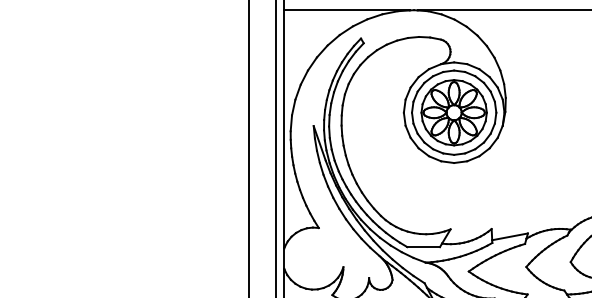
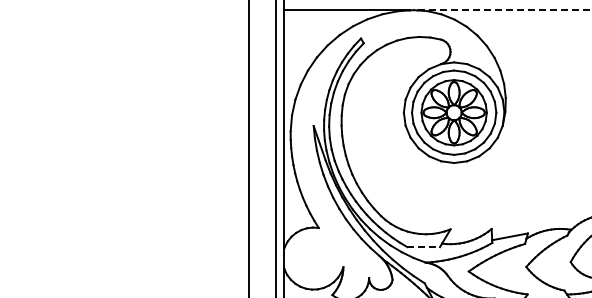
line at (504, 10): solid -> dashed
line at (424, 247): solid -> dashed
